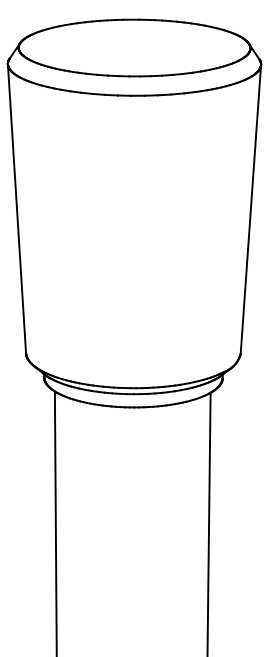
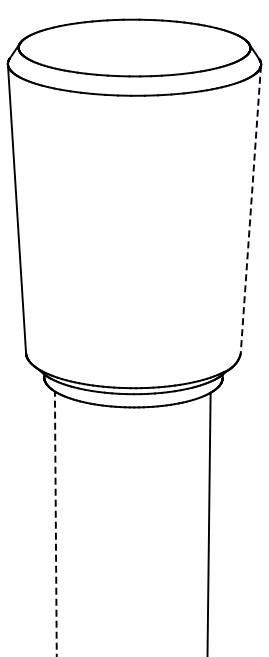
line at (250, 210): solid -> dashed
line at (55, 523): solid -> dashed
